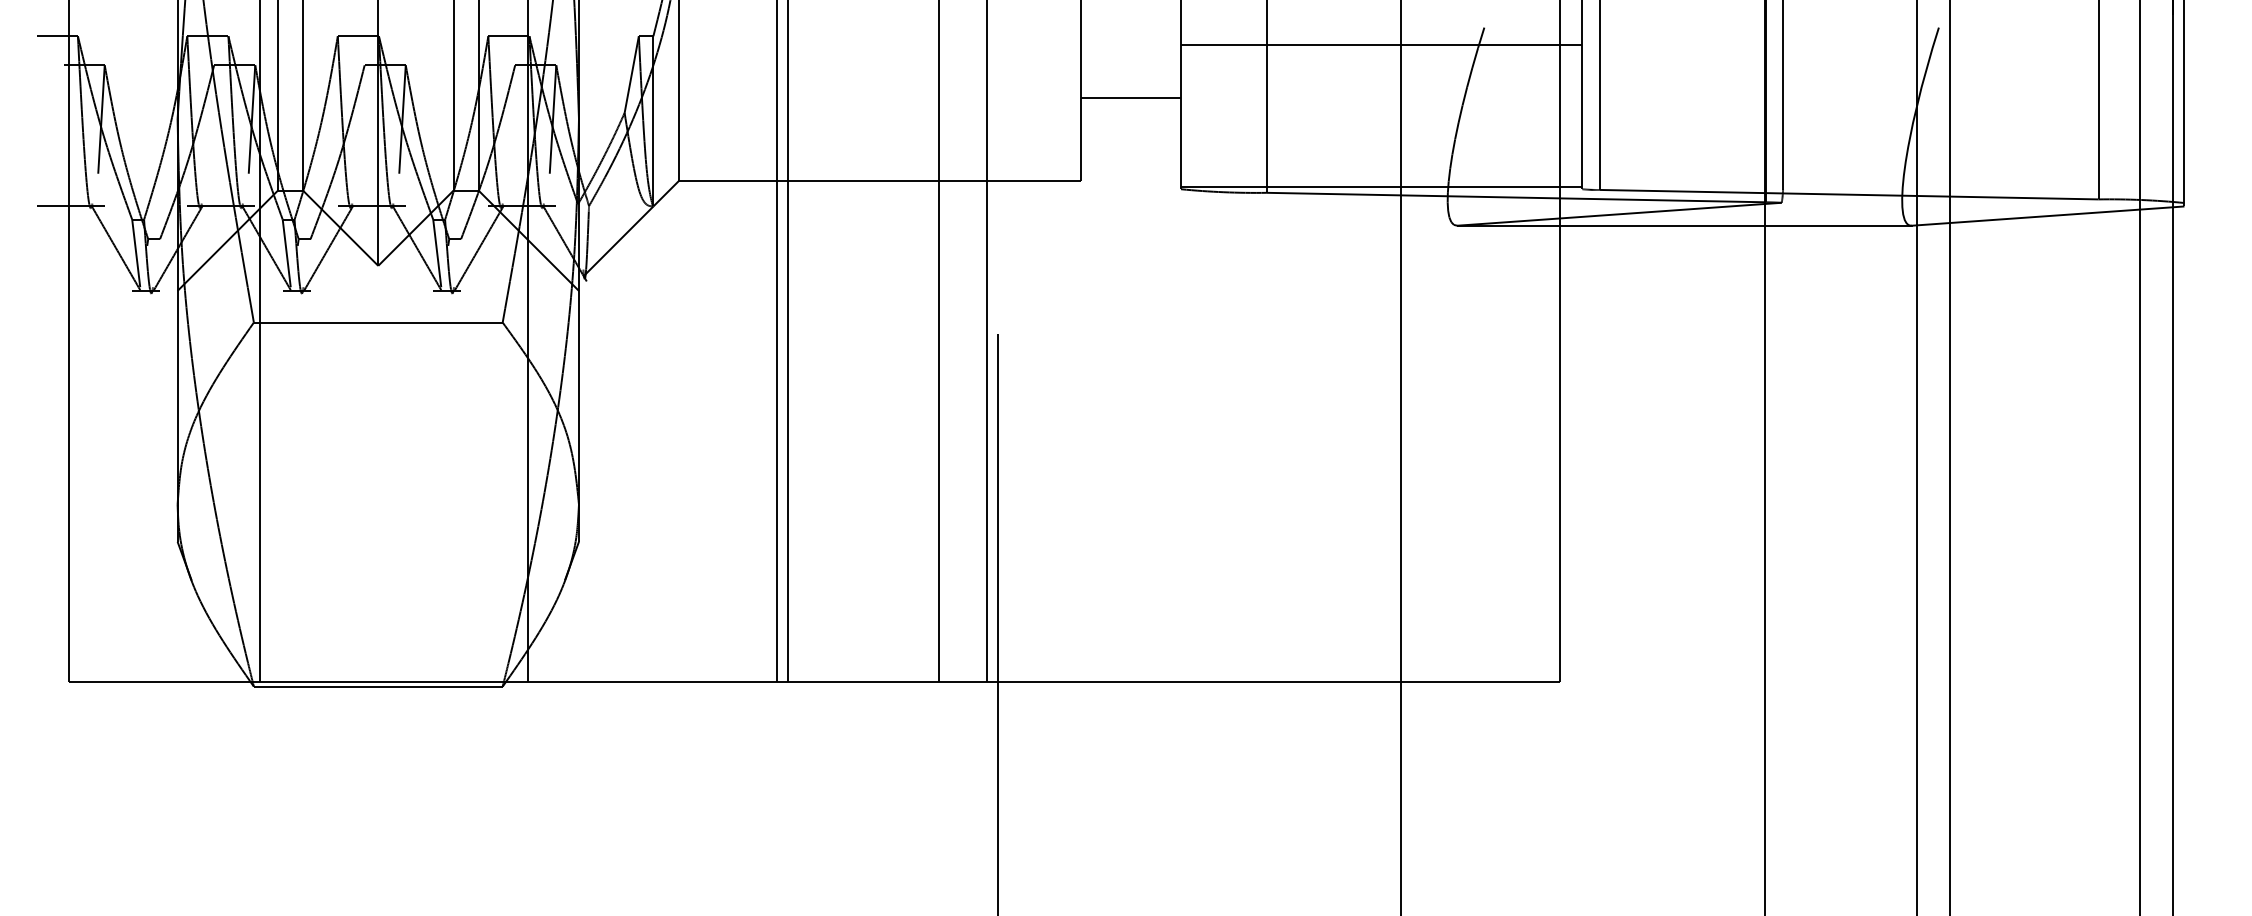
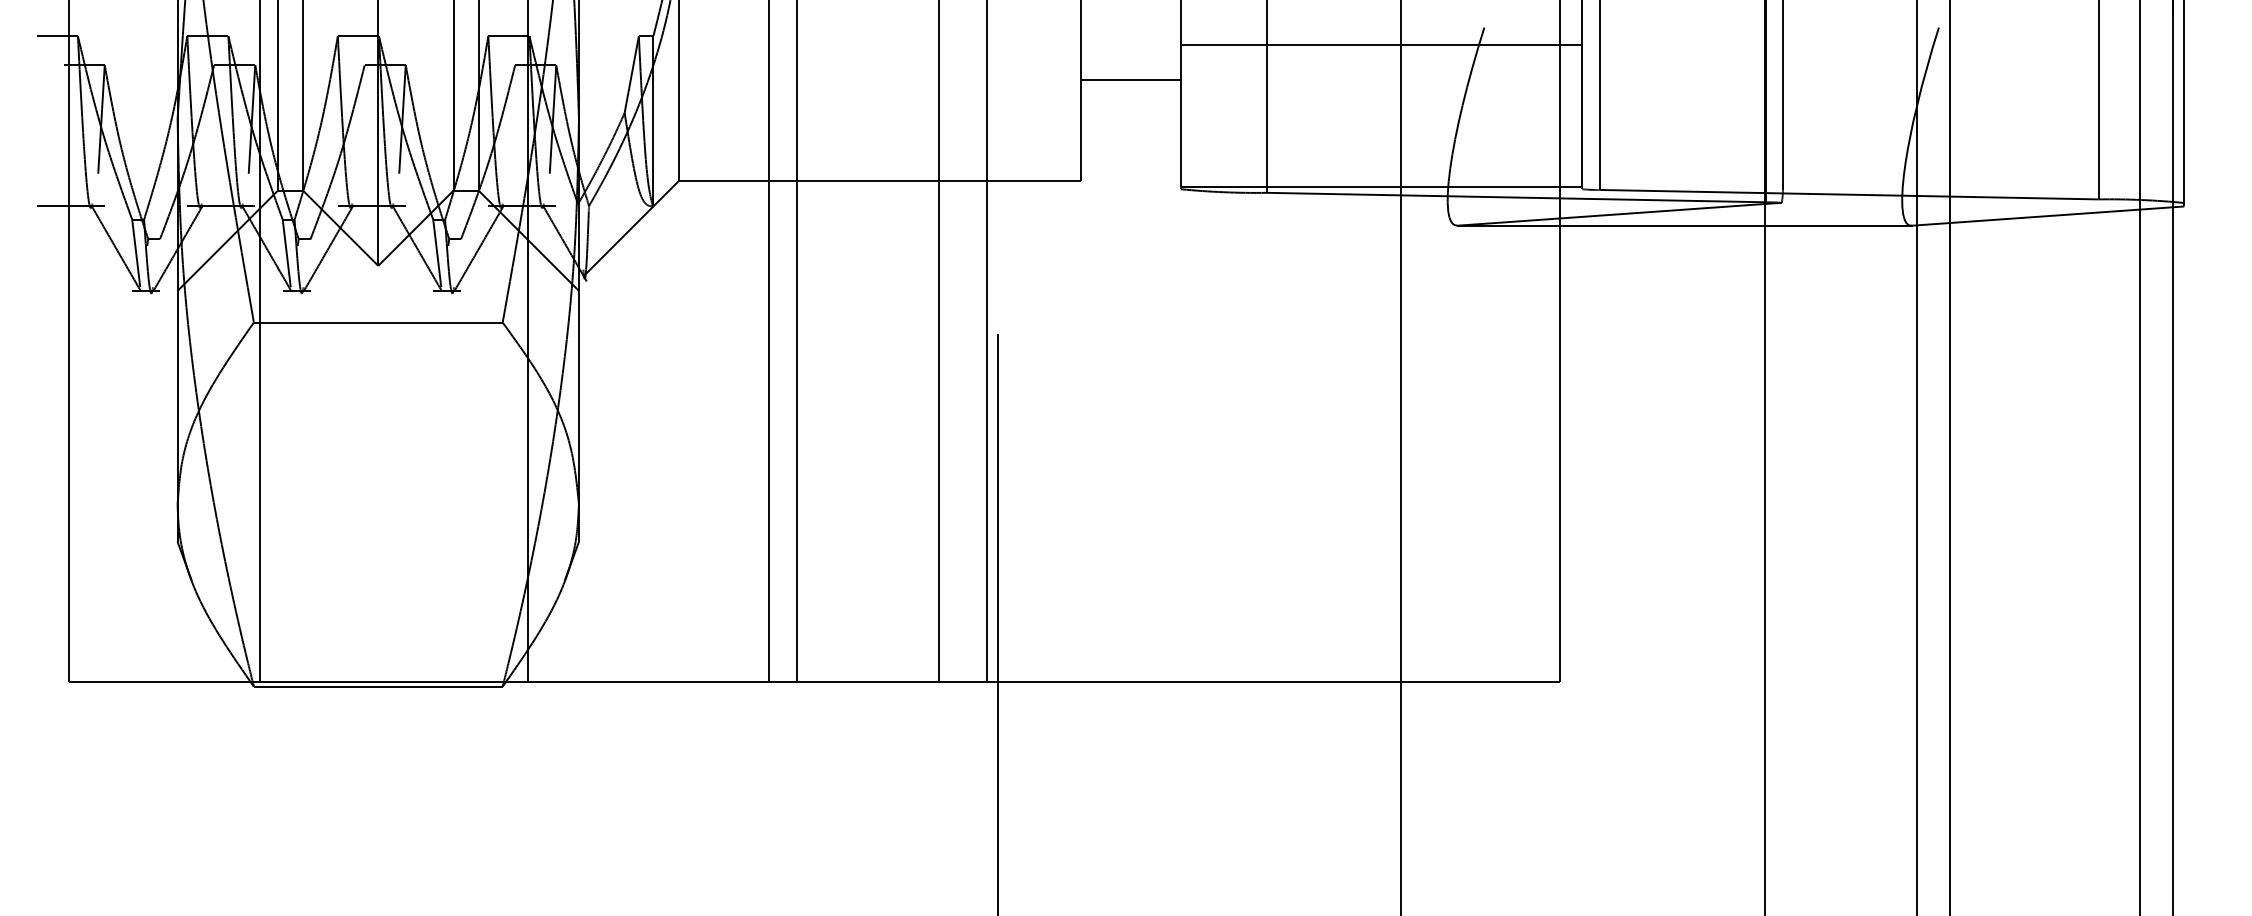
line at (1130, 98) position: (1130, 98) -> (1130, 80)
line at (776, 341) position: (776, 341) -> (796, 341)
line at (787, 341) position: (787, 341) -> (768, 341)
